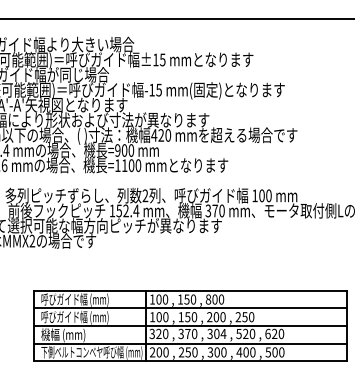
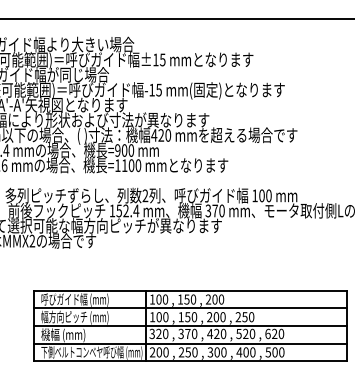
text at (208, 299): 800 -> 200
text at (64, 316): 呼びガイド幅 (mm) -> 幅方向ピッチ (mm)
text at (216, 333): 304 -> 420
